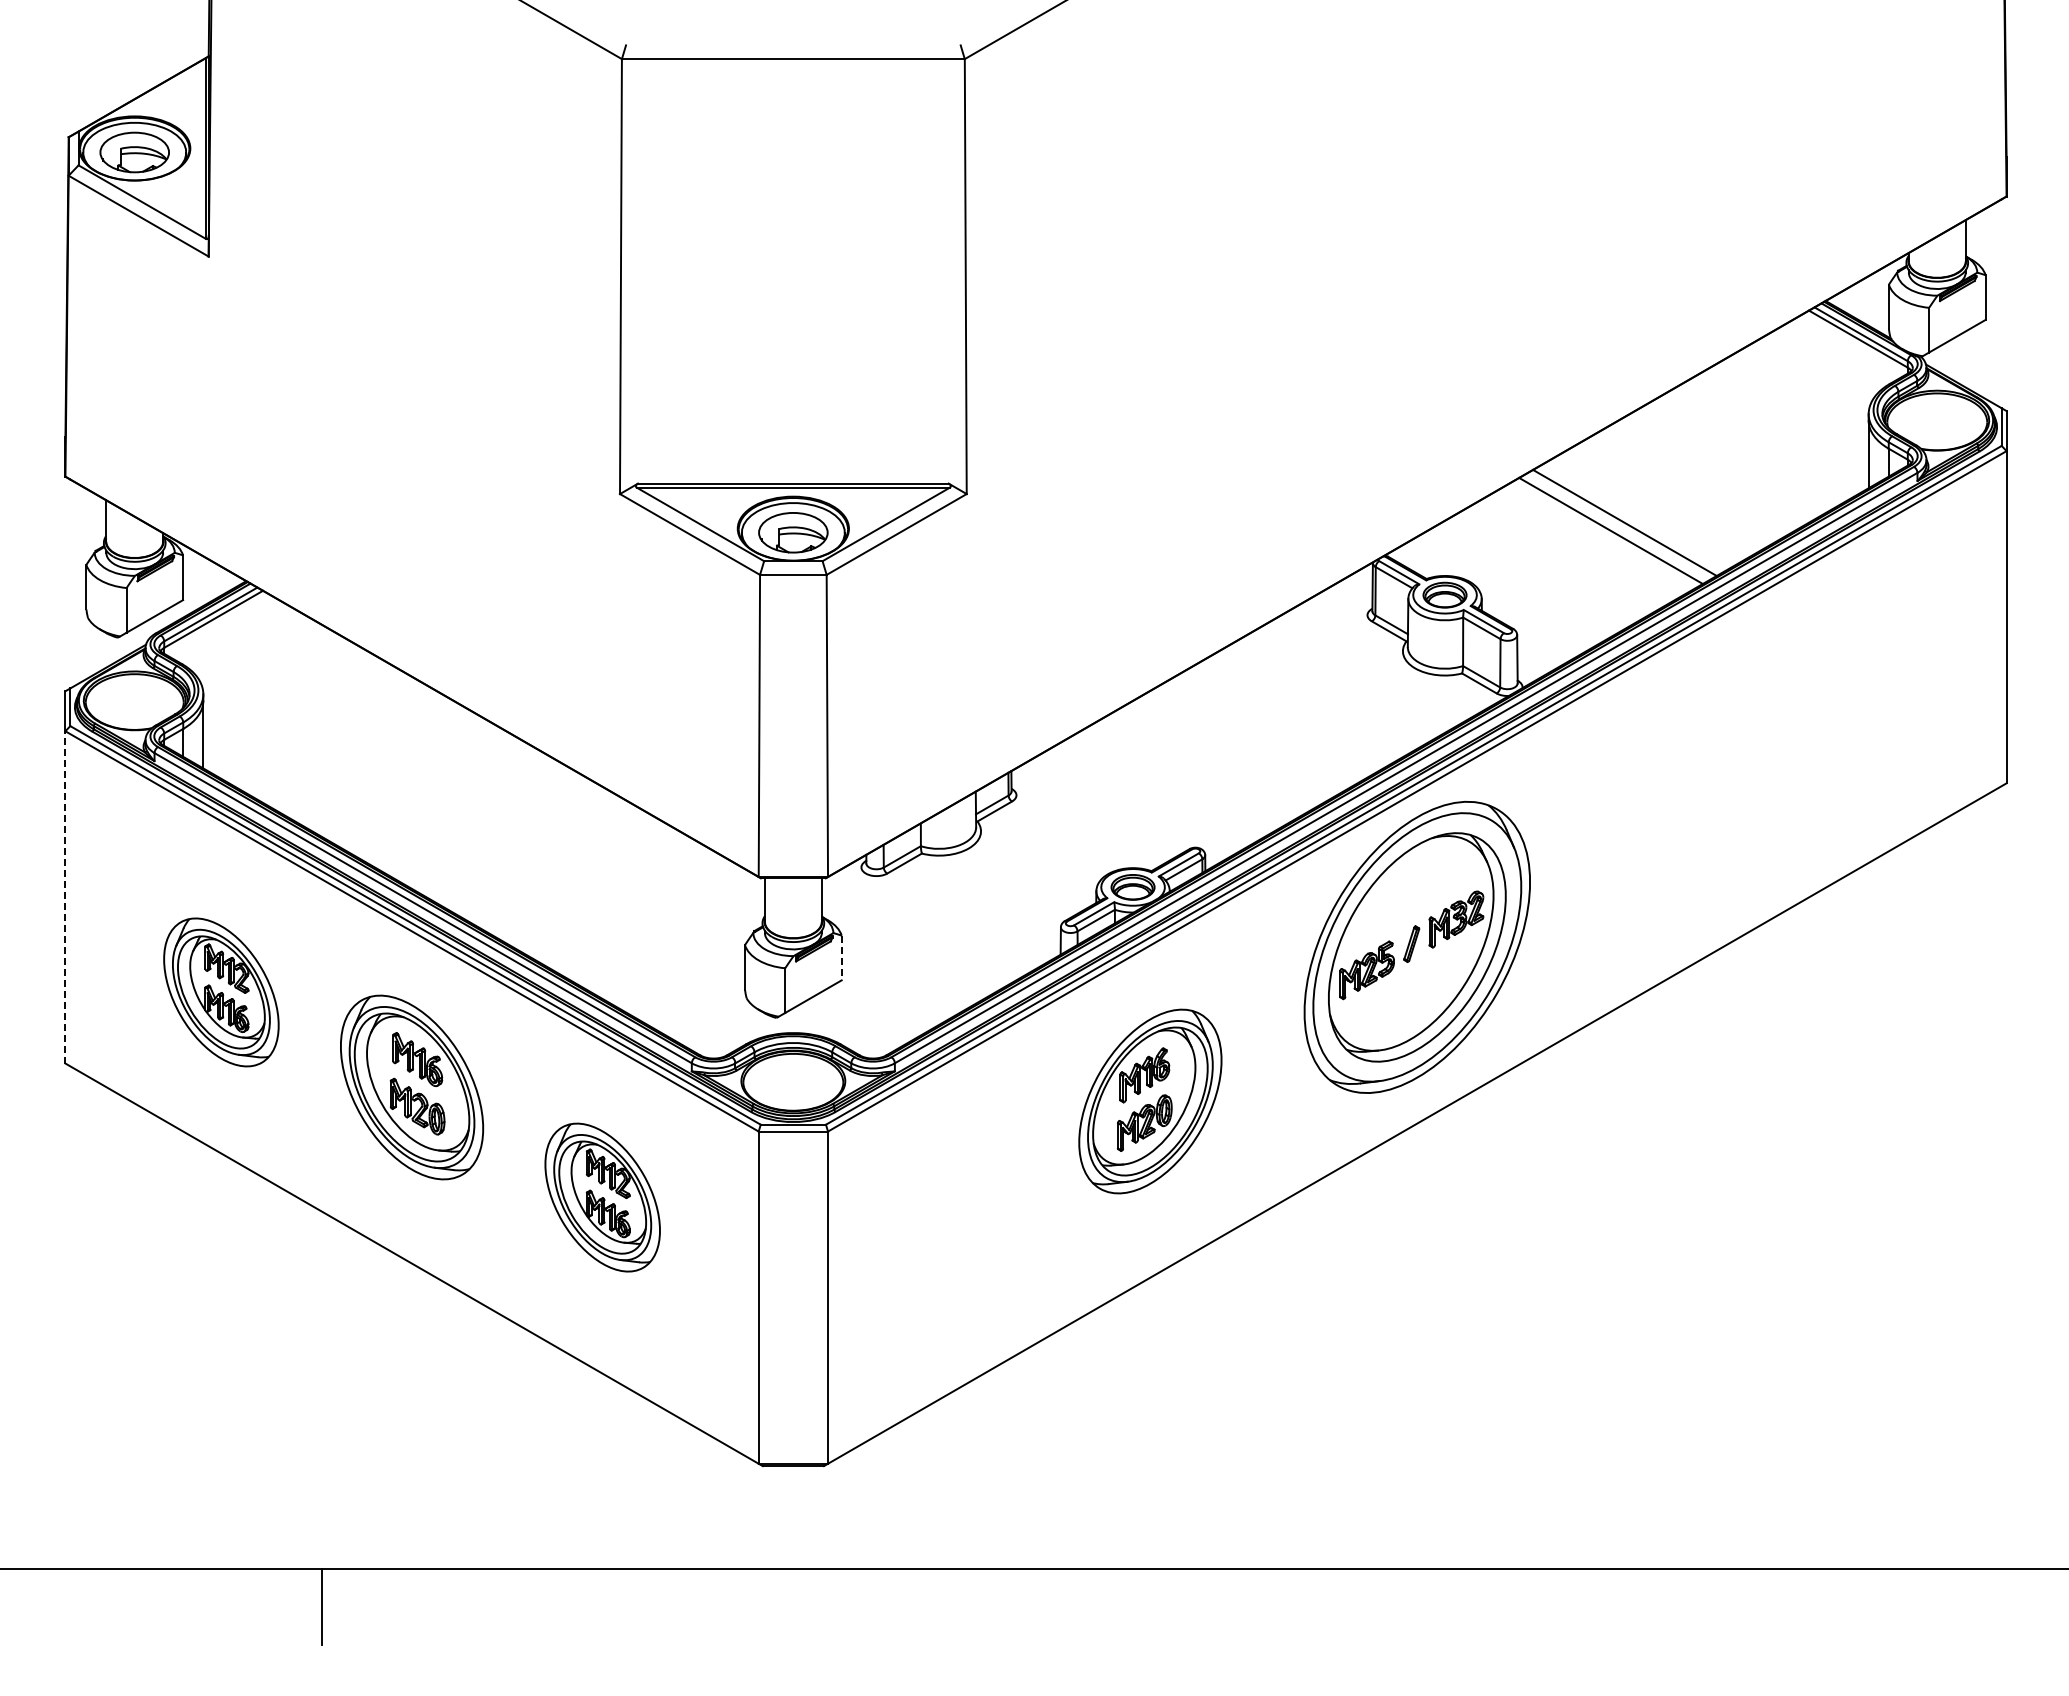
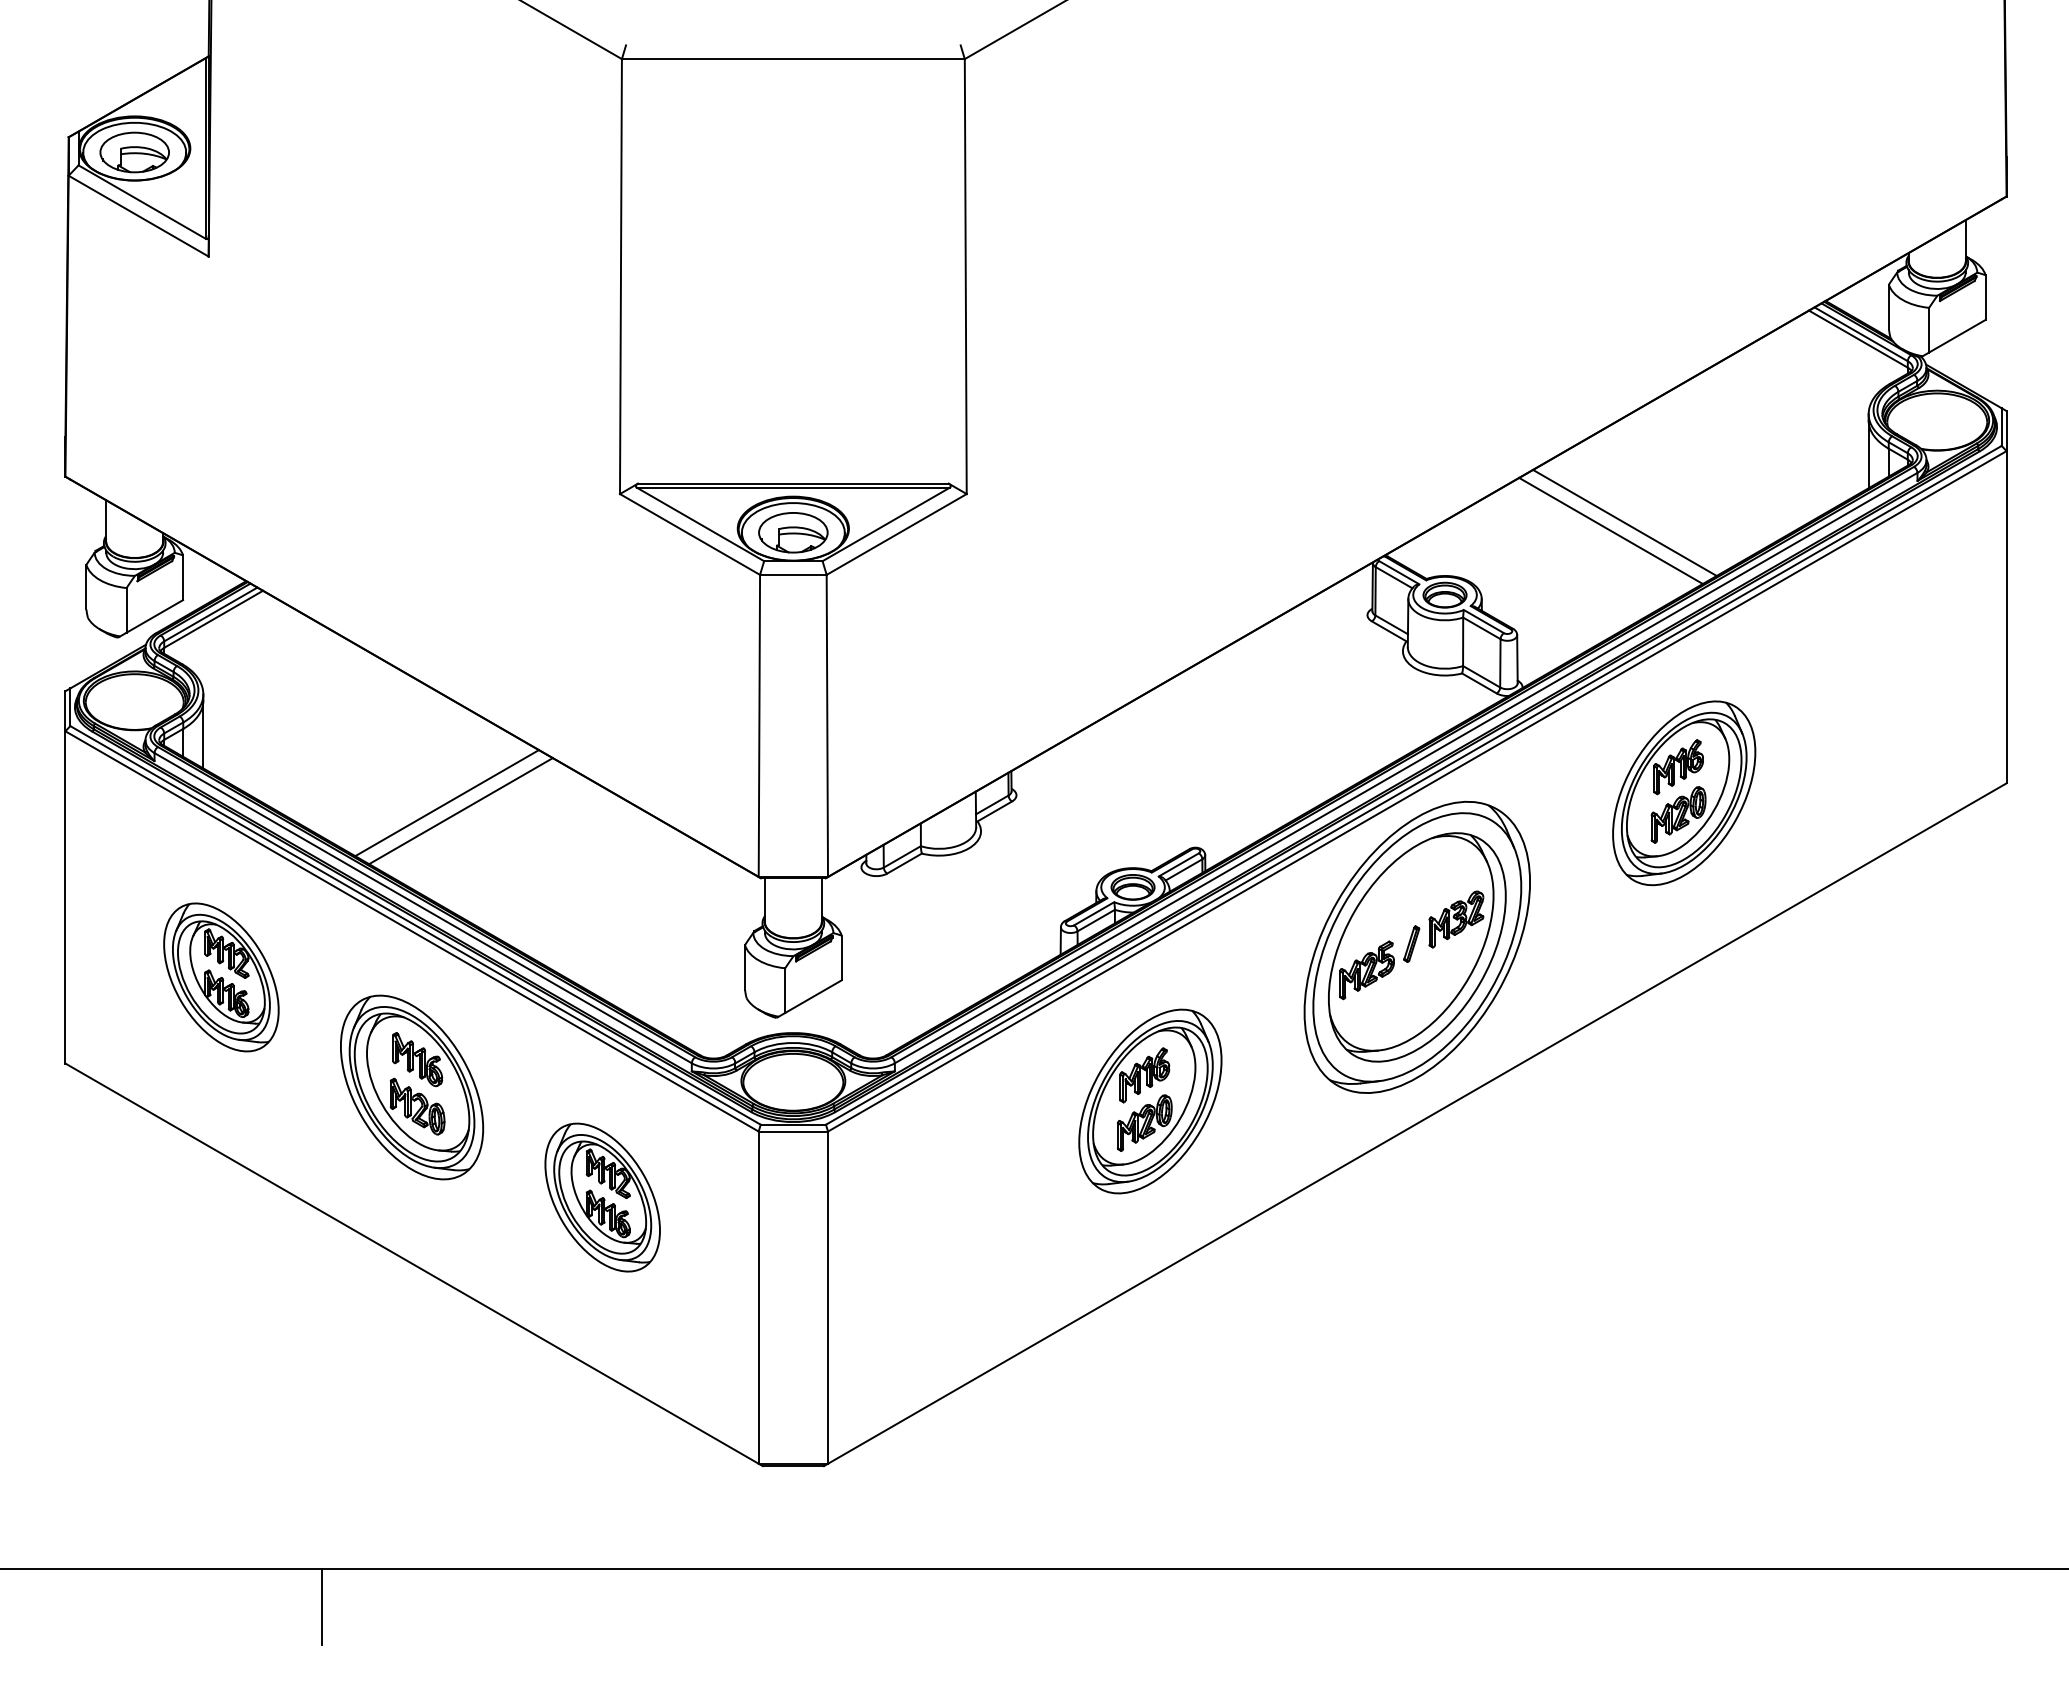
part at (1684, 793): none -> present
line at (446, 803): none -> present
line at (460, 811): none -> present
line at (65, 896): dashed -> solid
line at (841, 958): dashed -> solid
part at (221, 992) position: (221, 992) -> (221, 977)
